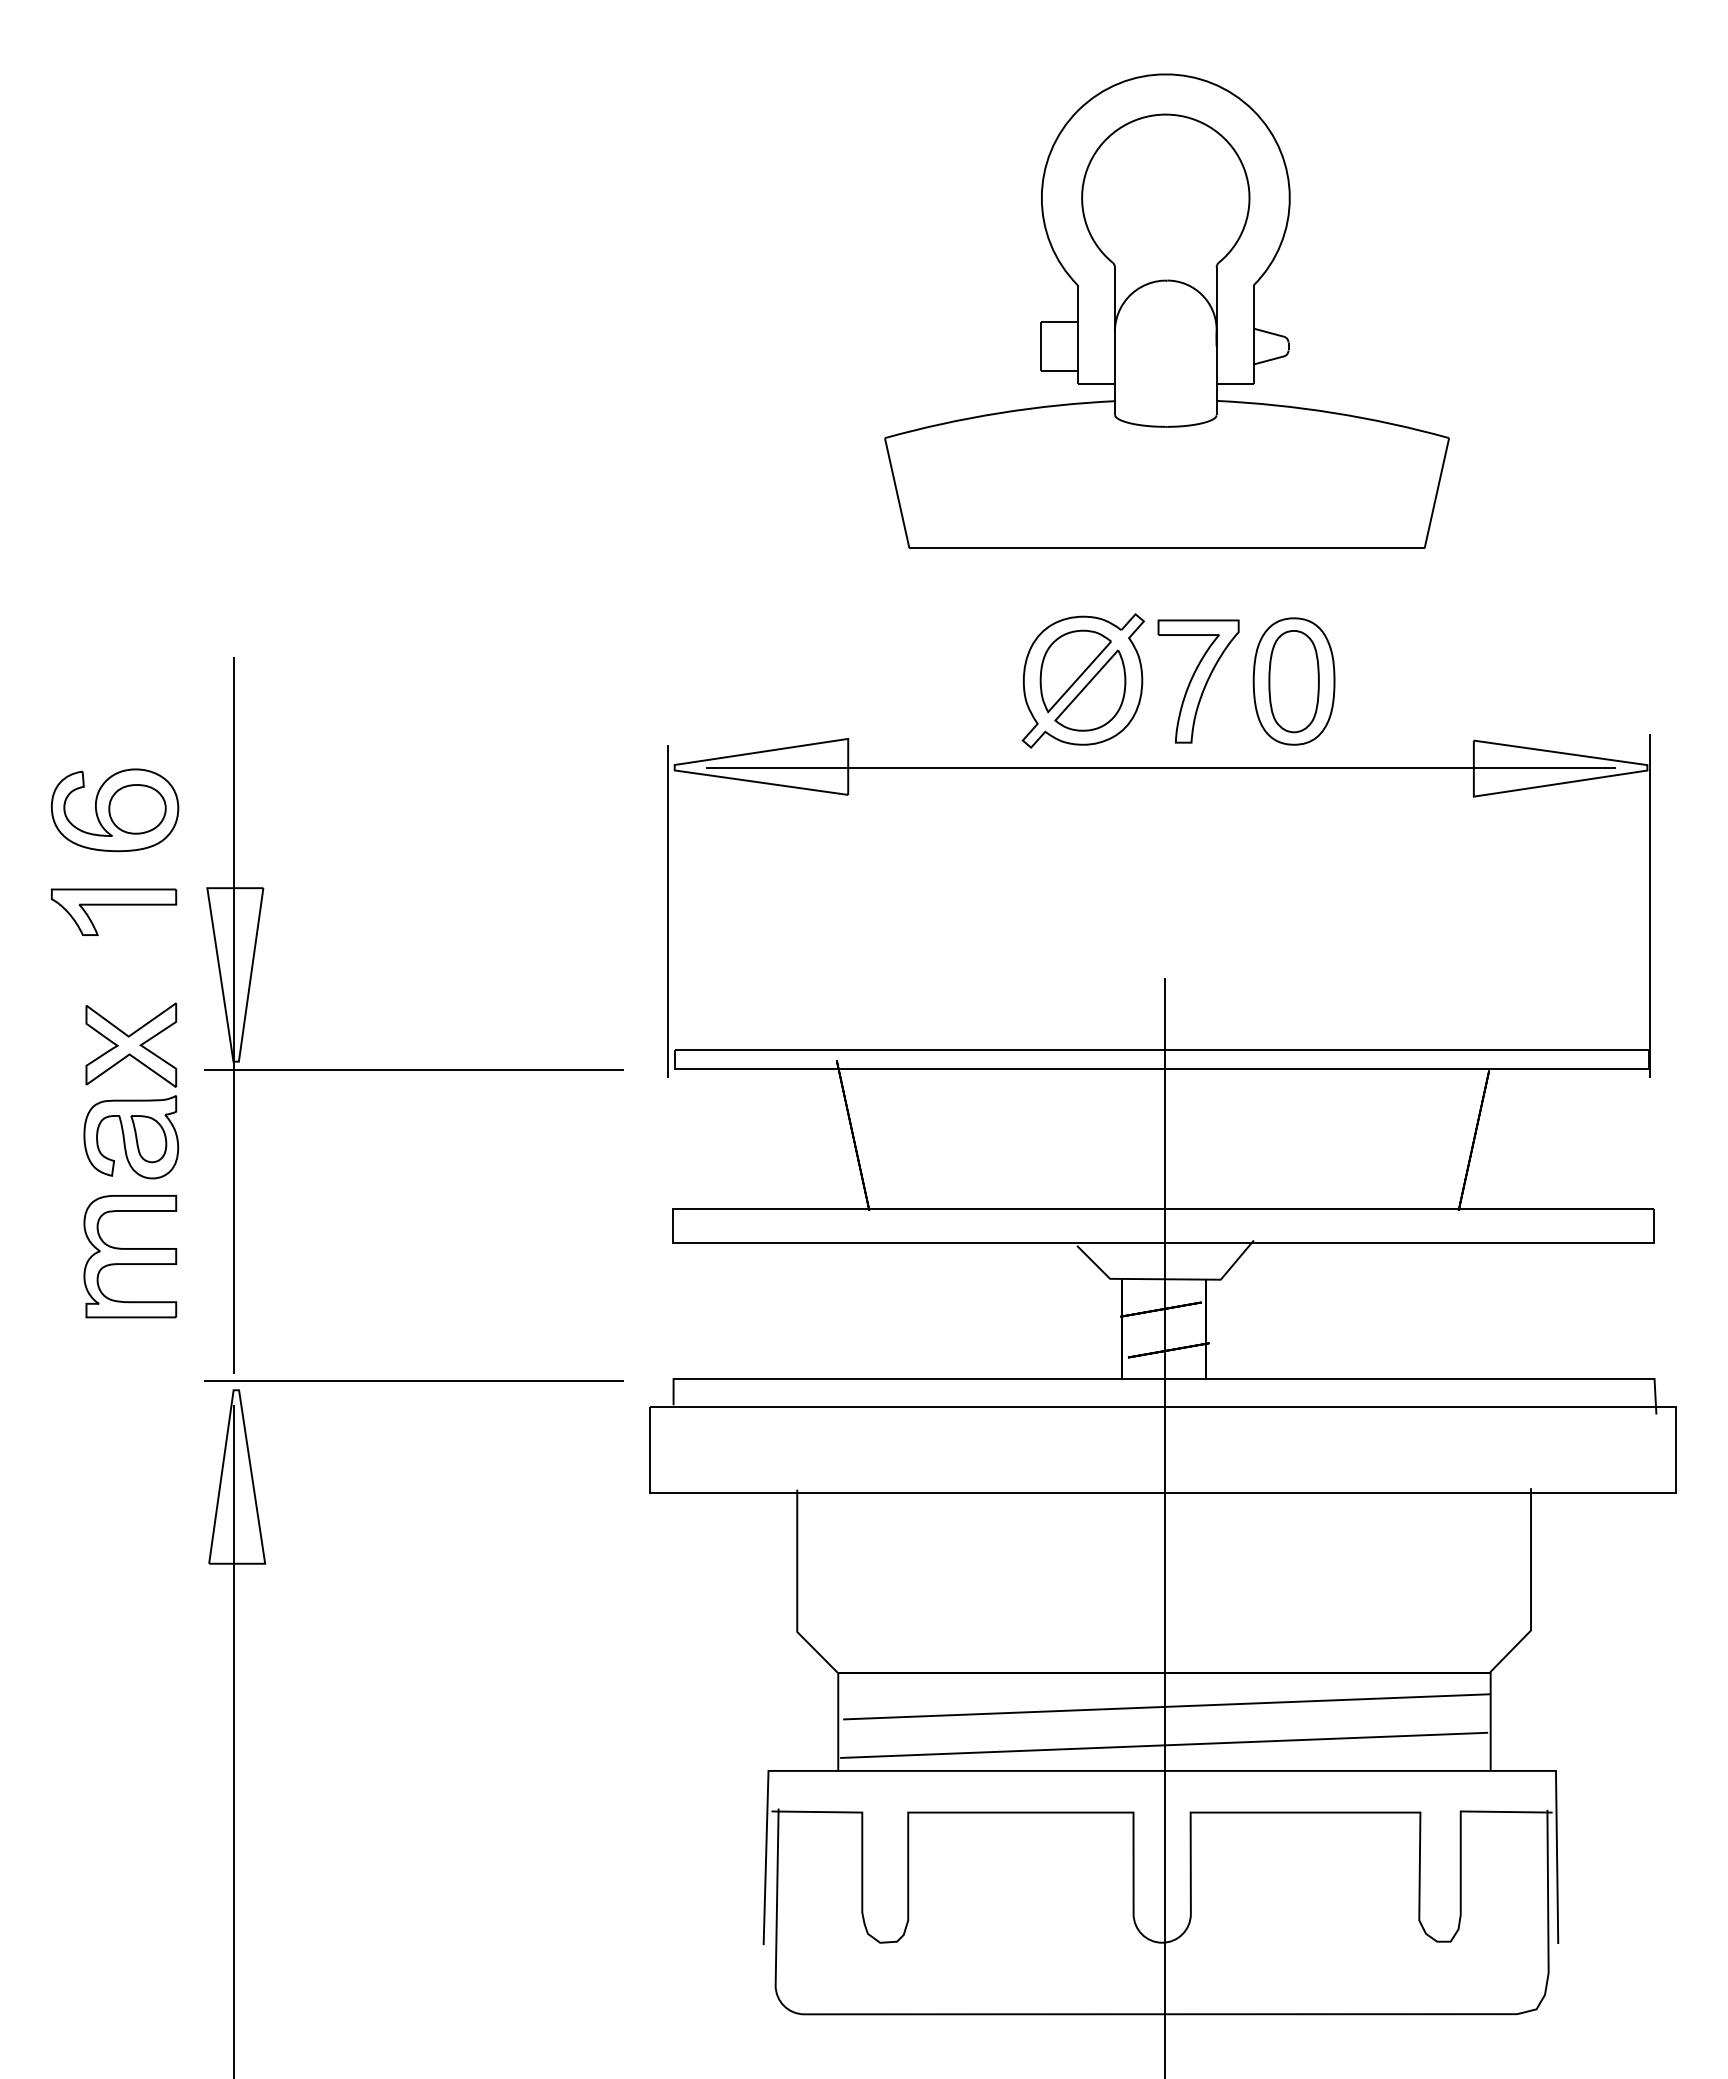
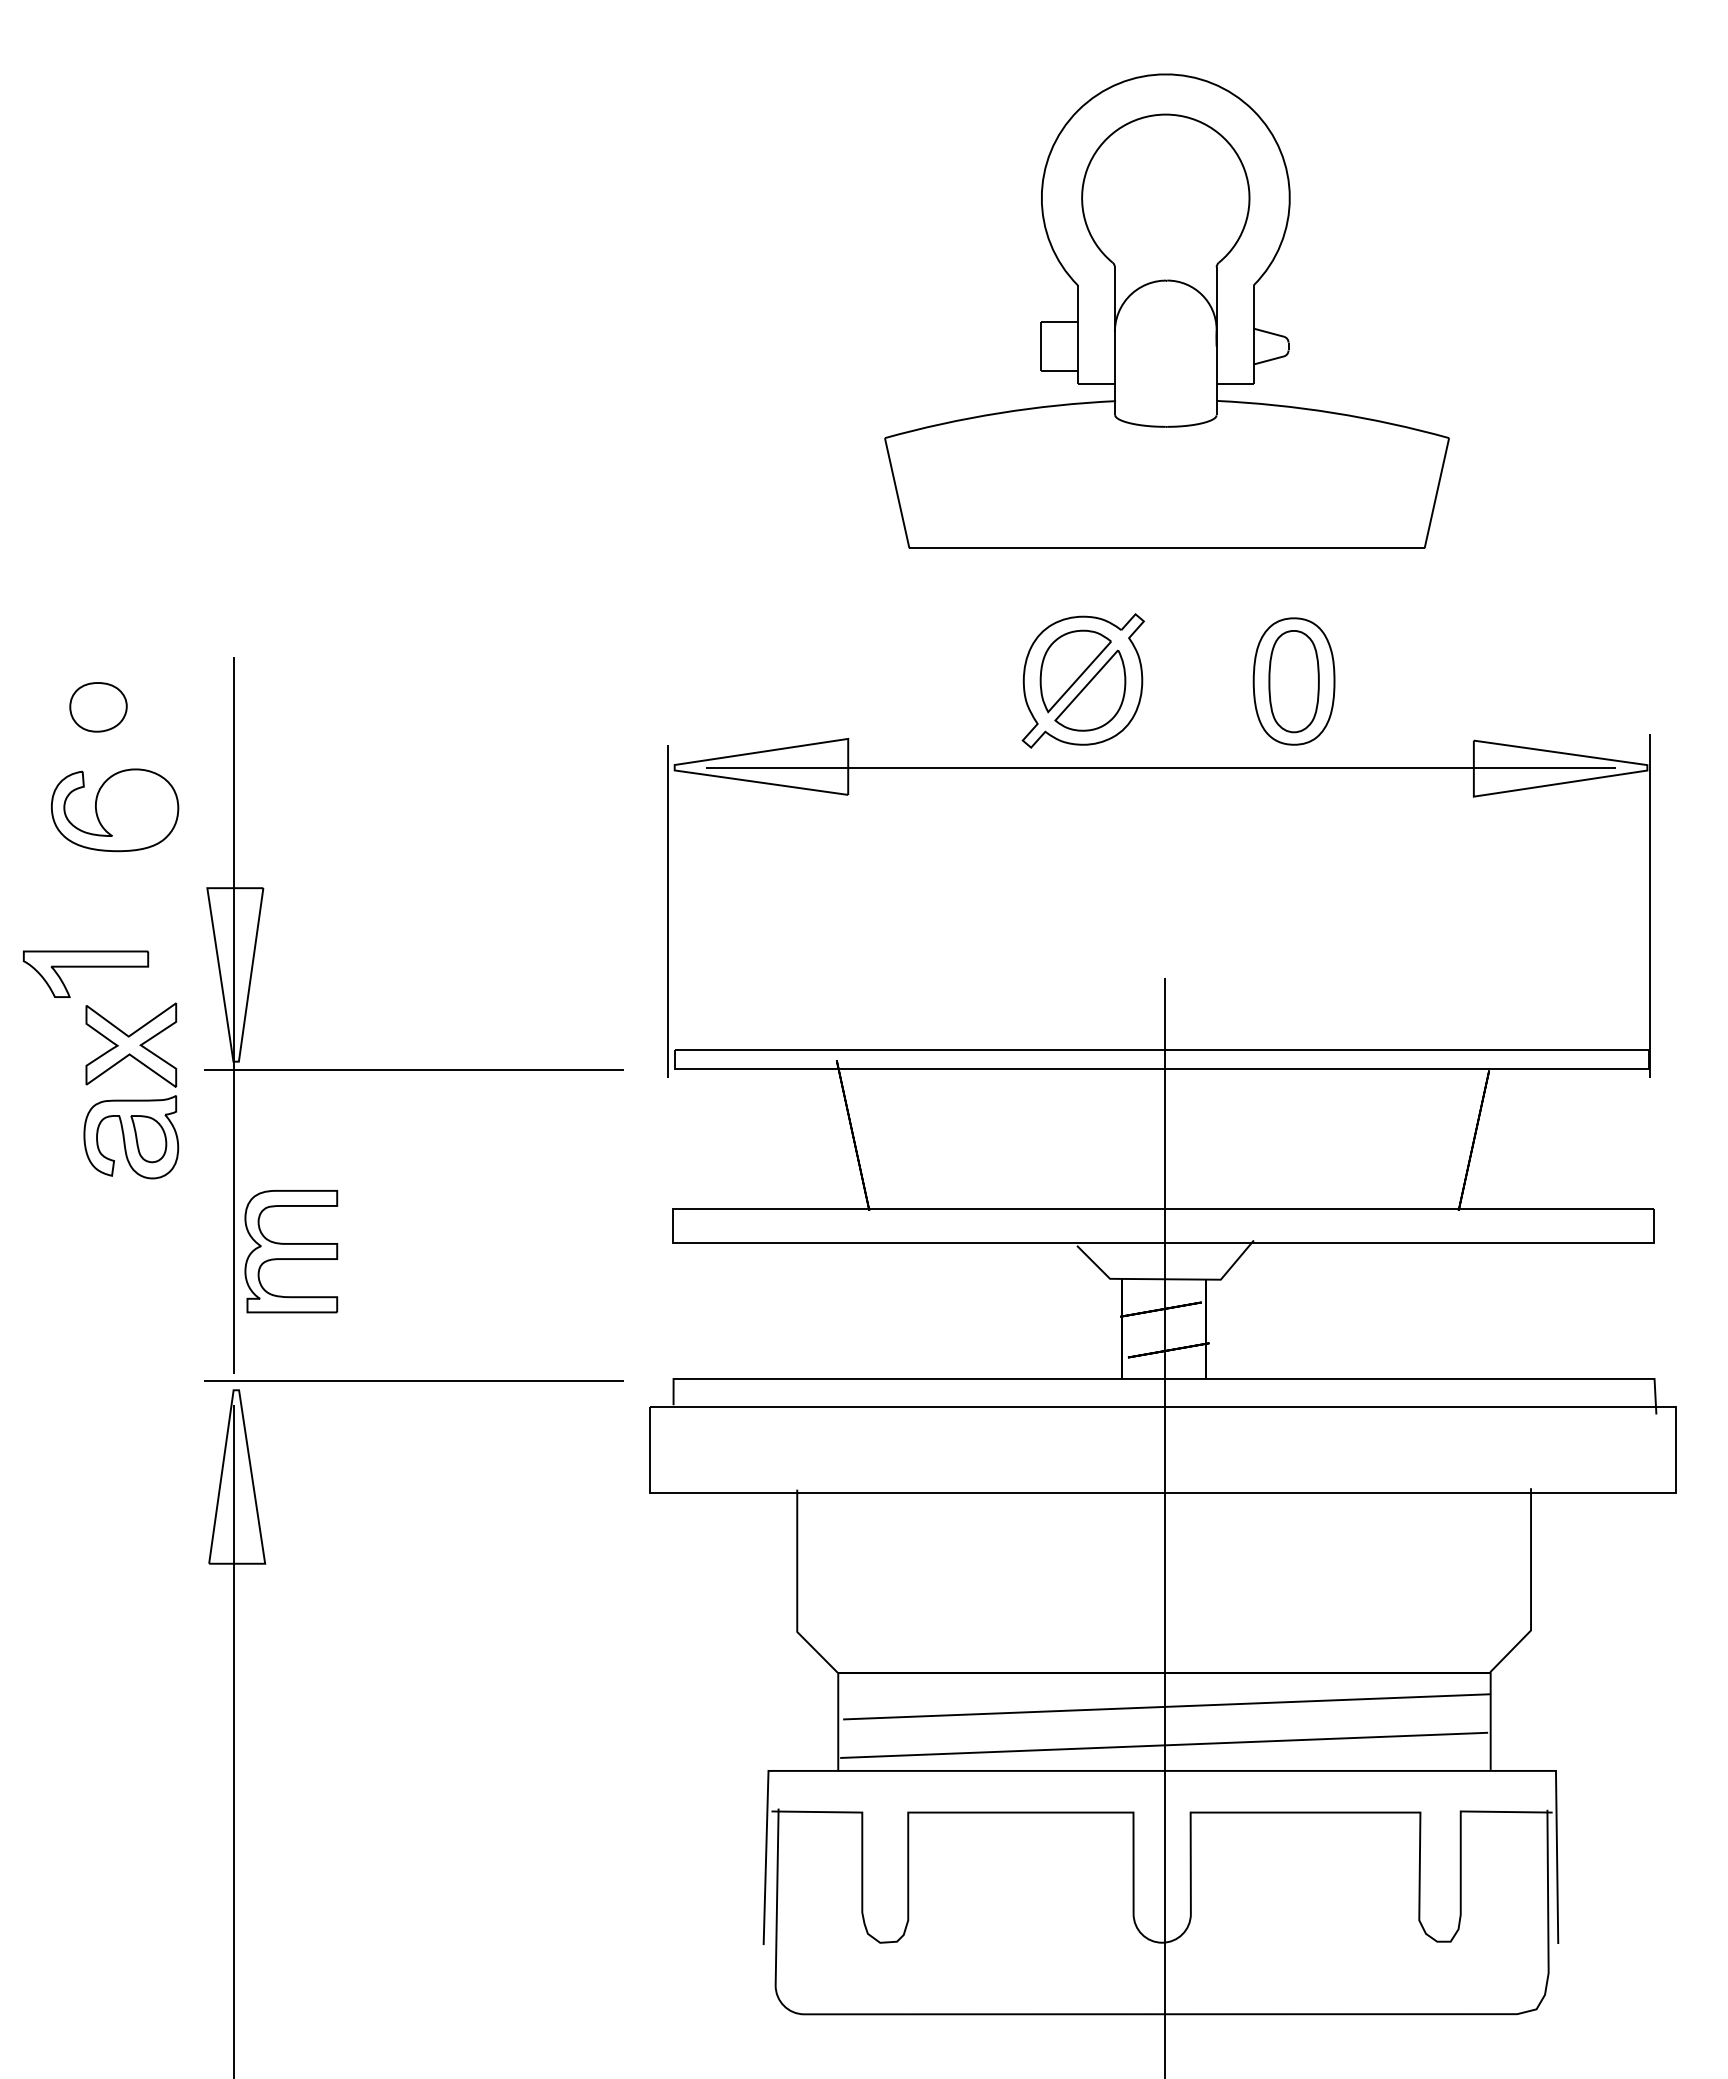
part at (1198, 681): present -> none
part at (137, 809) position: (137, 809) -> (98, 707)
part at (114, 911) position: (114, 911) -> (86, 973)
part at (130, 1256) position: (130, 1256) -> (291, 1251)
